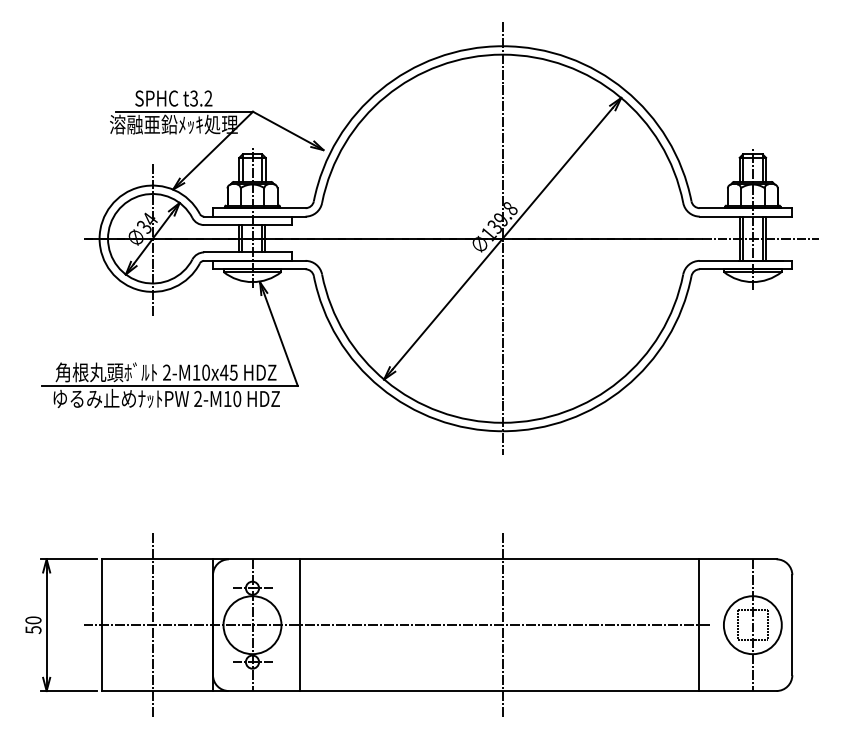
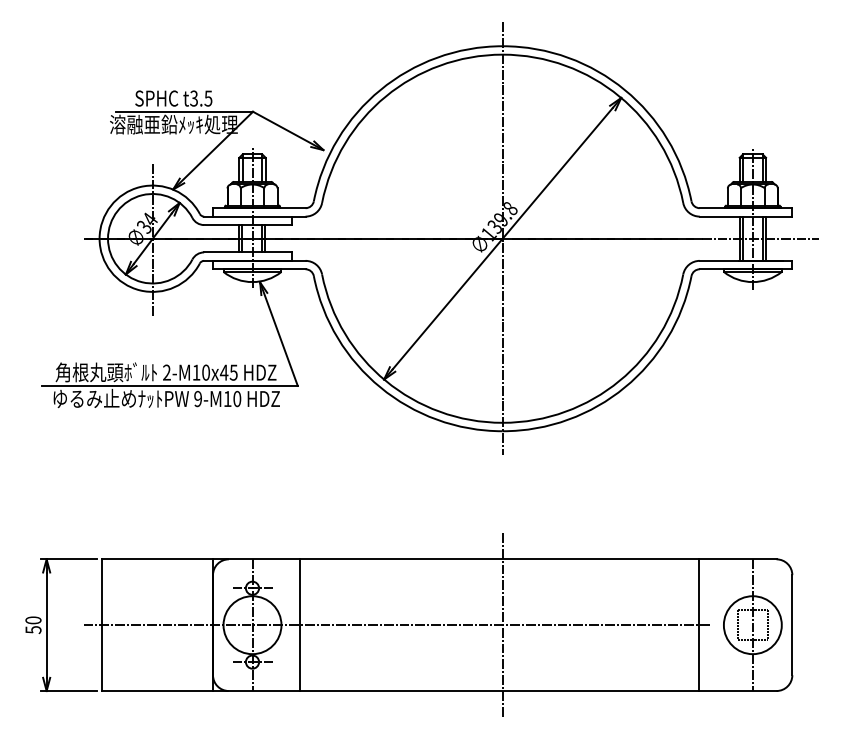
text at (208, 98): t3.2 -> t3.5
text at (198, 399): 2-M10 -> 9-M10
line at (152, 625): present -> none
